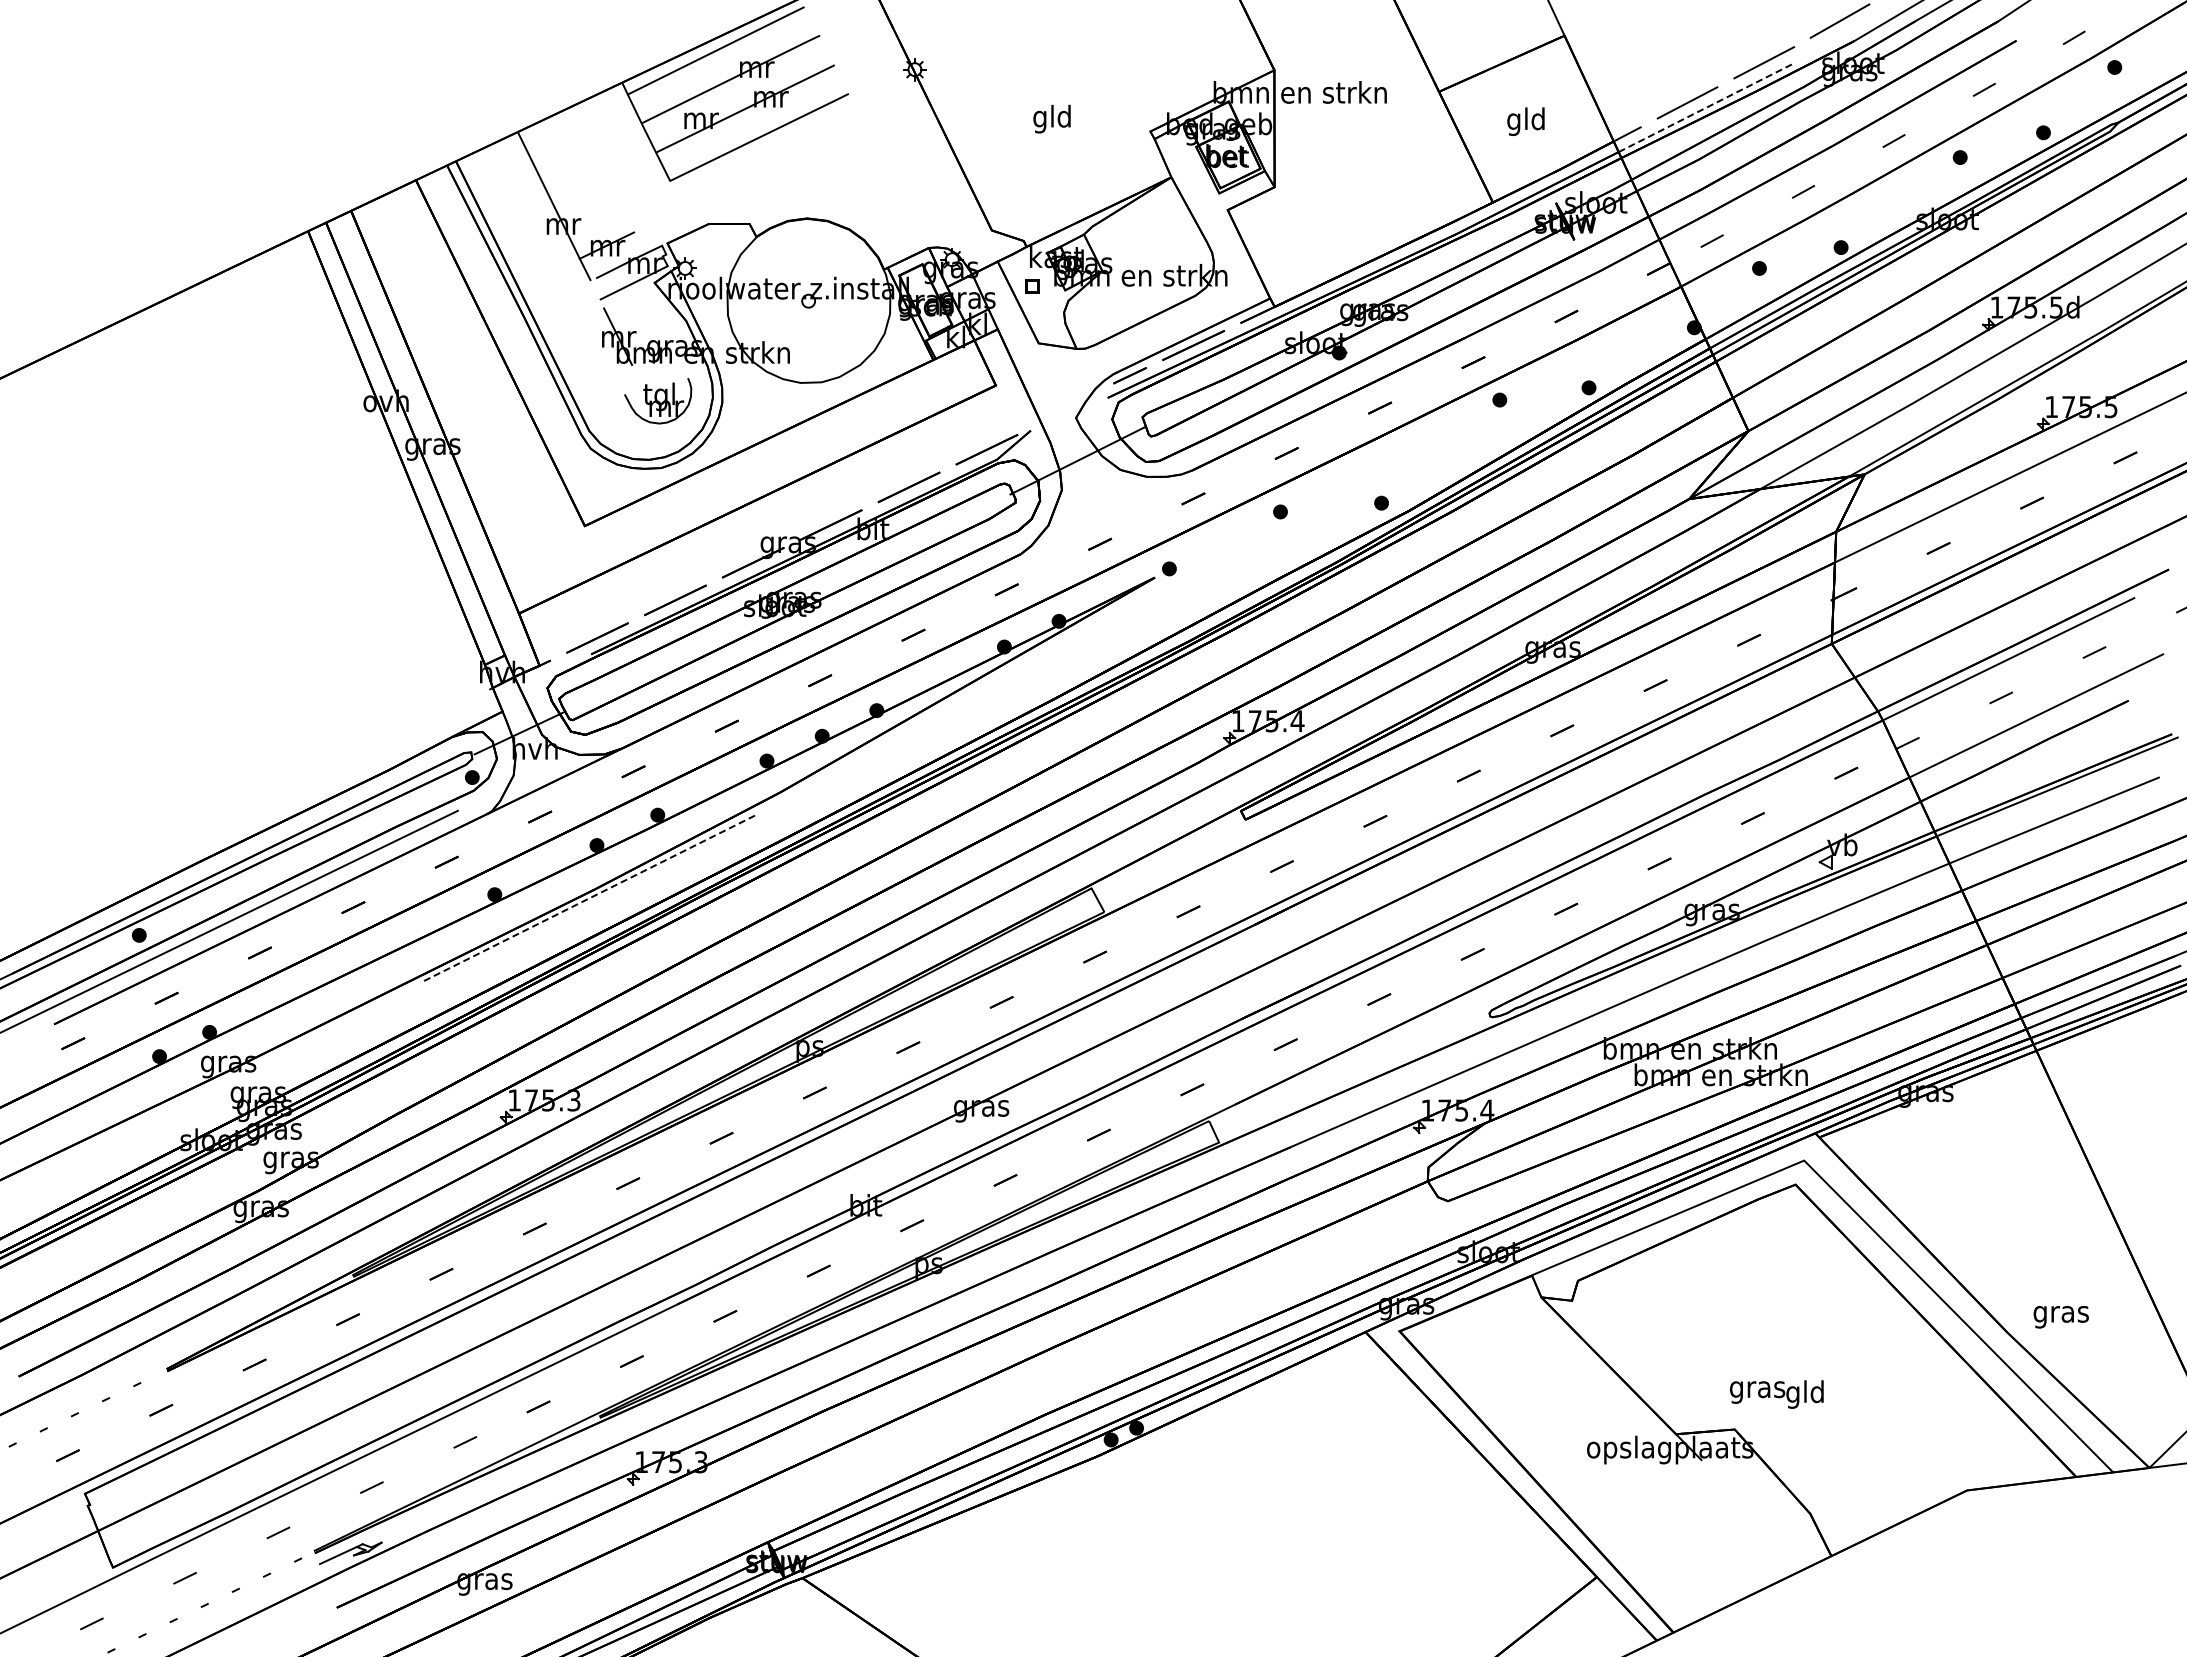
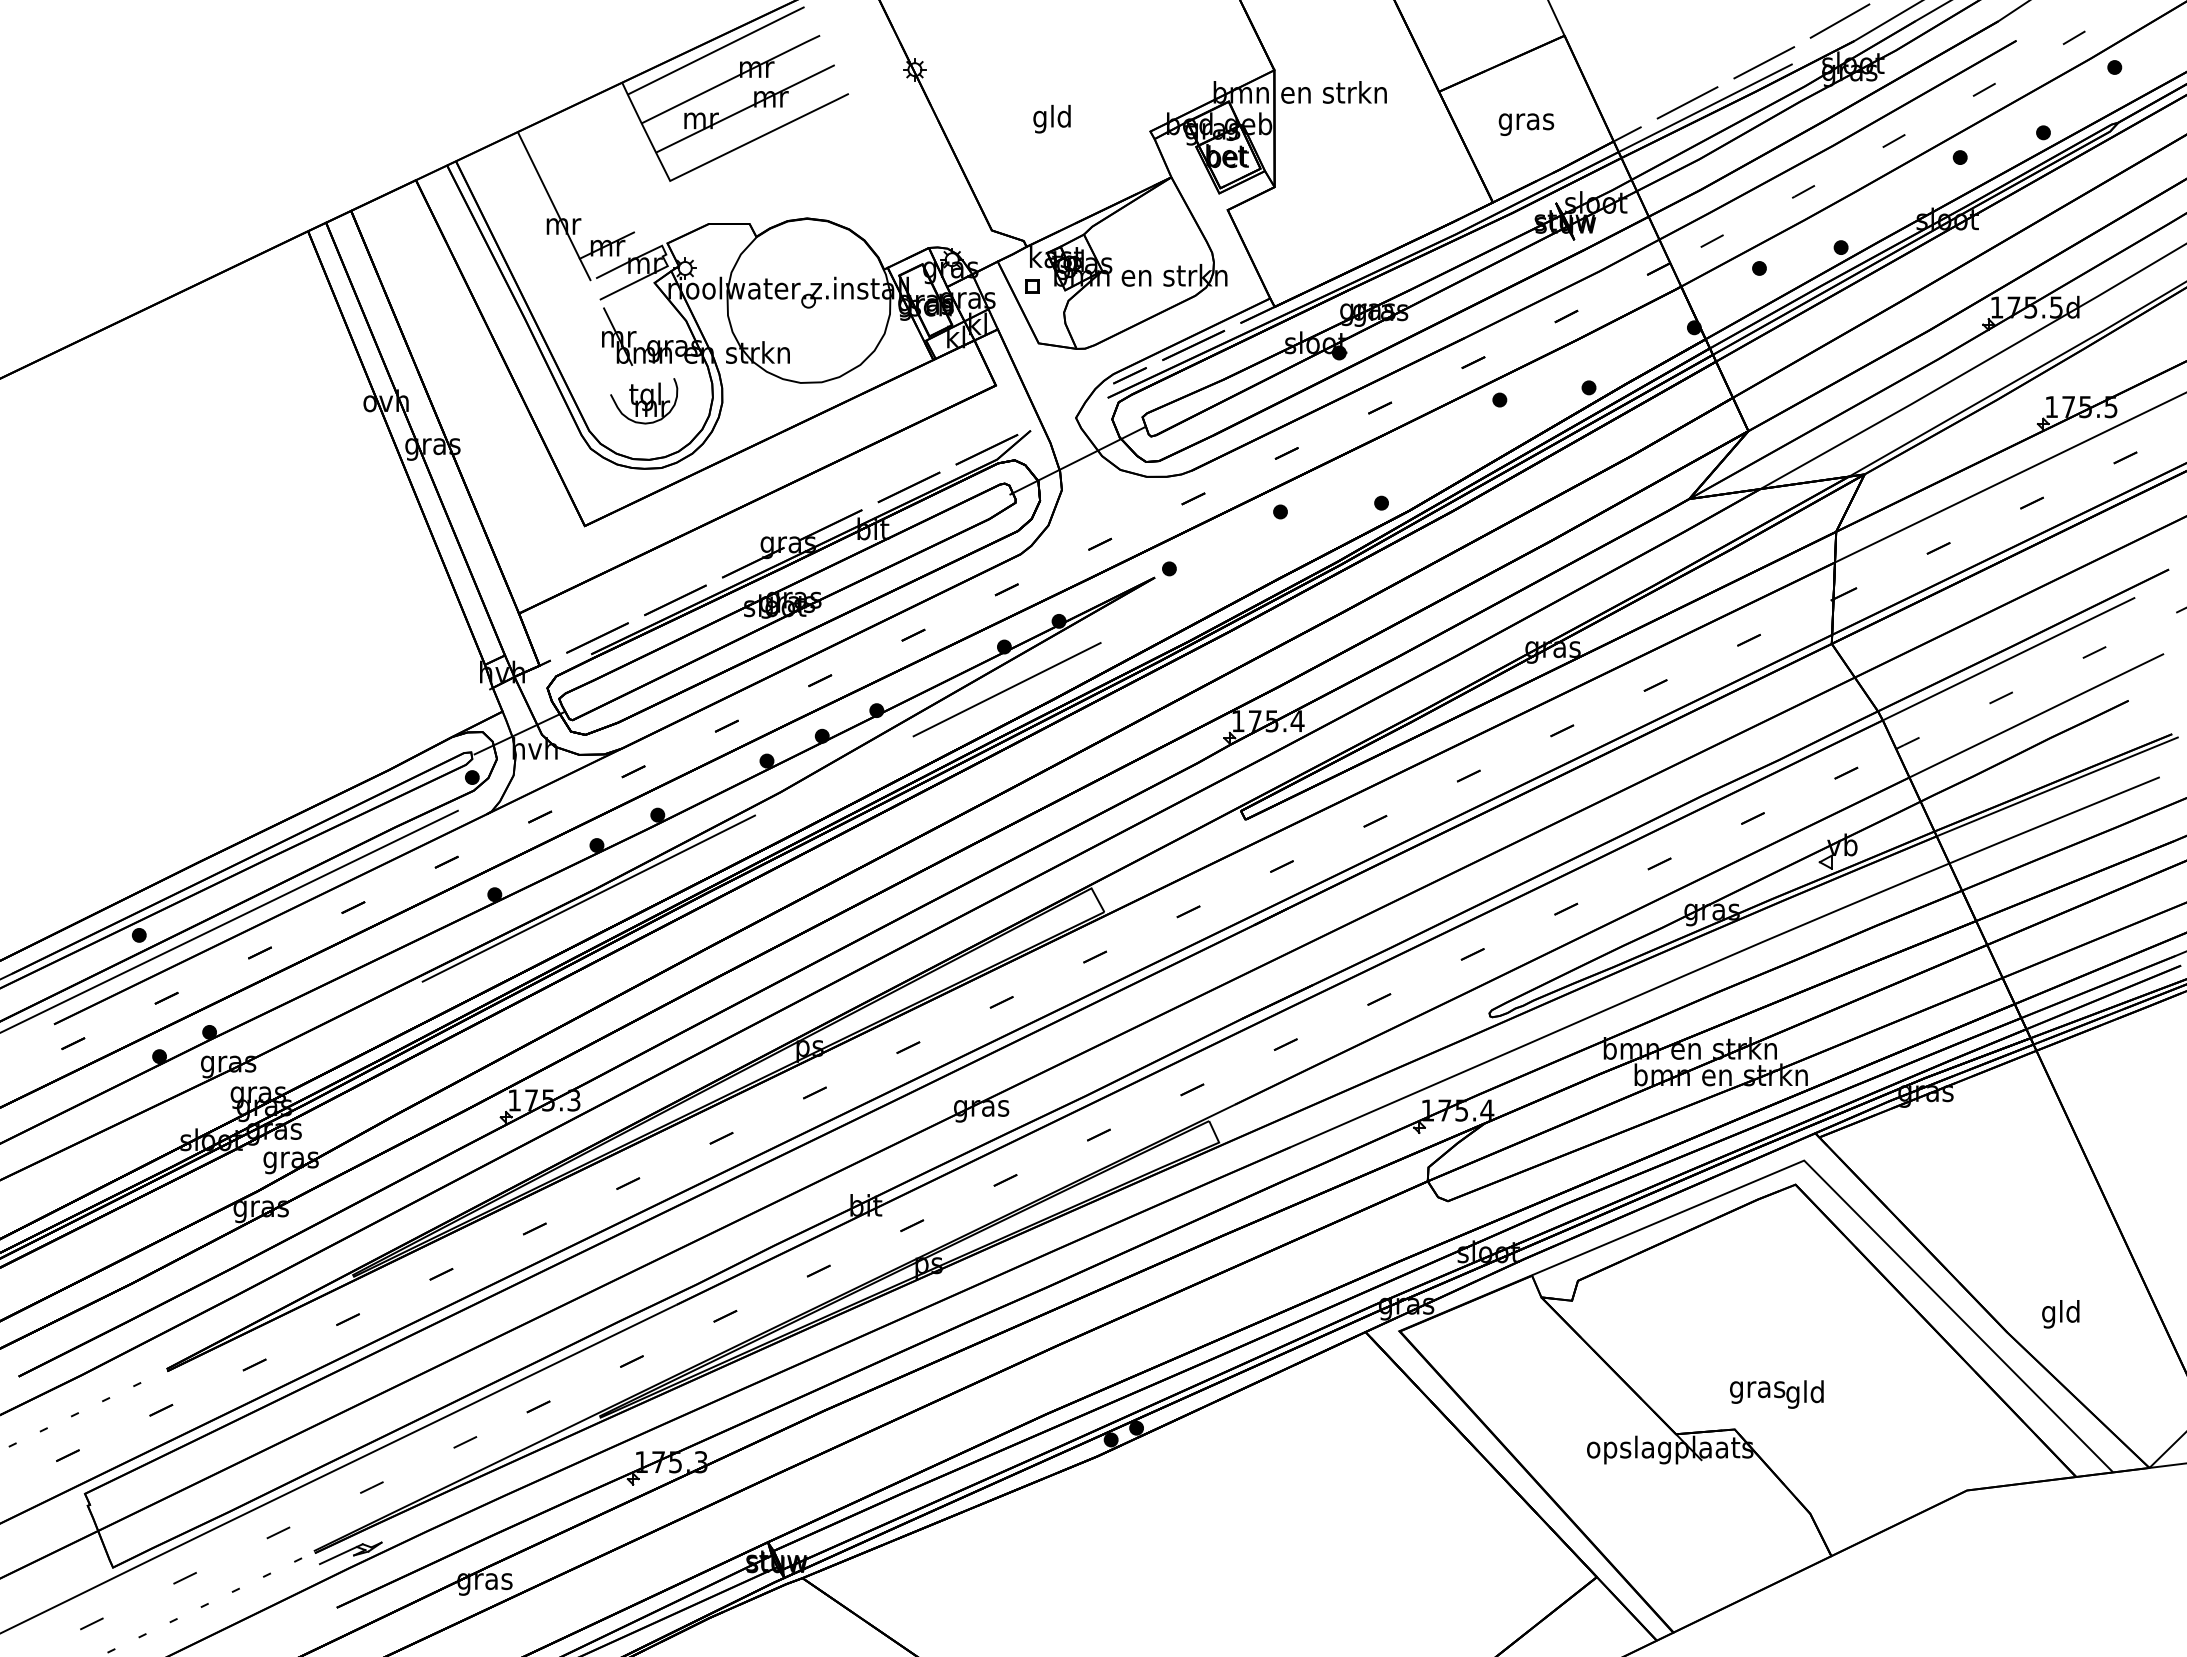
line at (1704, 108): dashed -> solid
text at (1526, 121): gld -> gras
part at (658, 401) position: (658, 401) -> (644, 401)
line at (1006, 689): none -> present
line at (588, 898): dashed -> solid
text at (2060, 1314): gras -> gld
